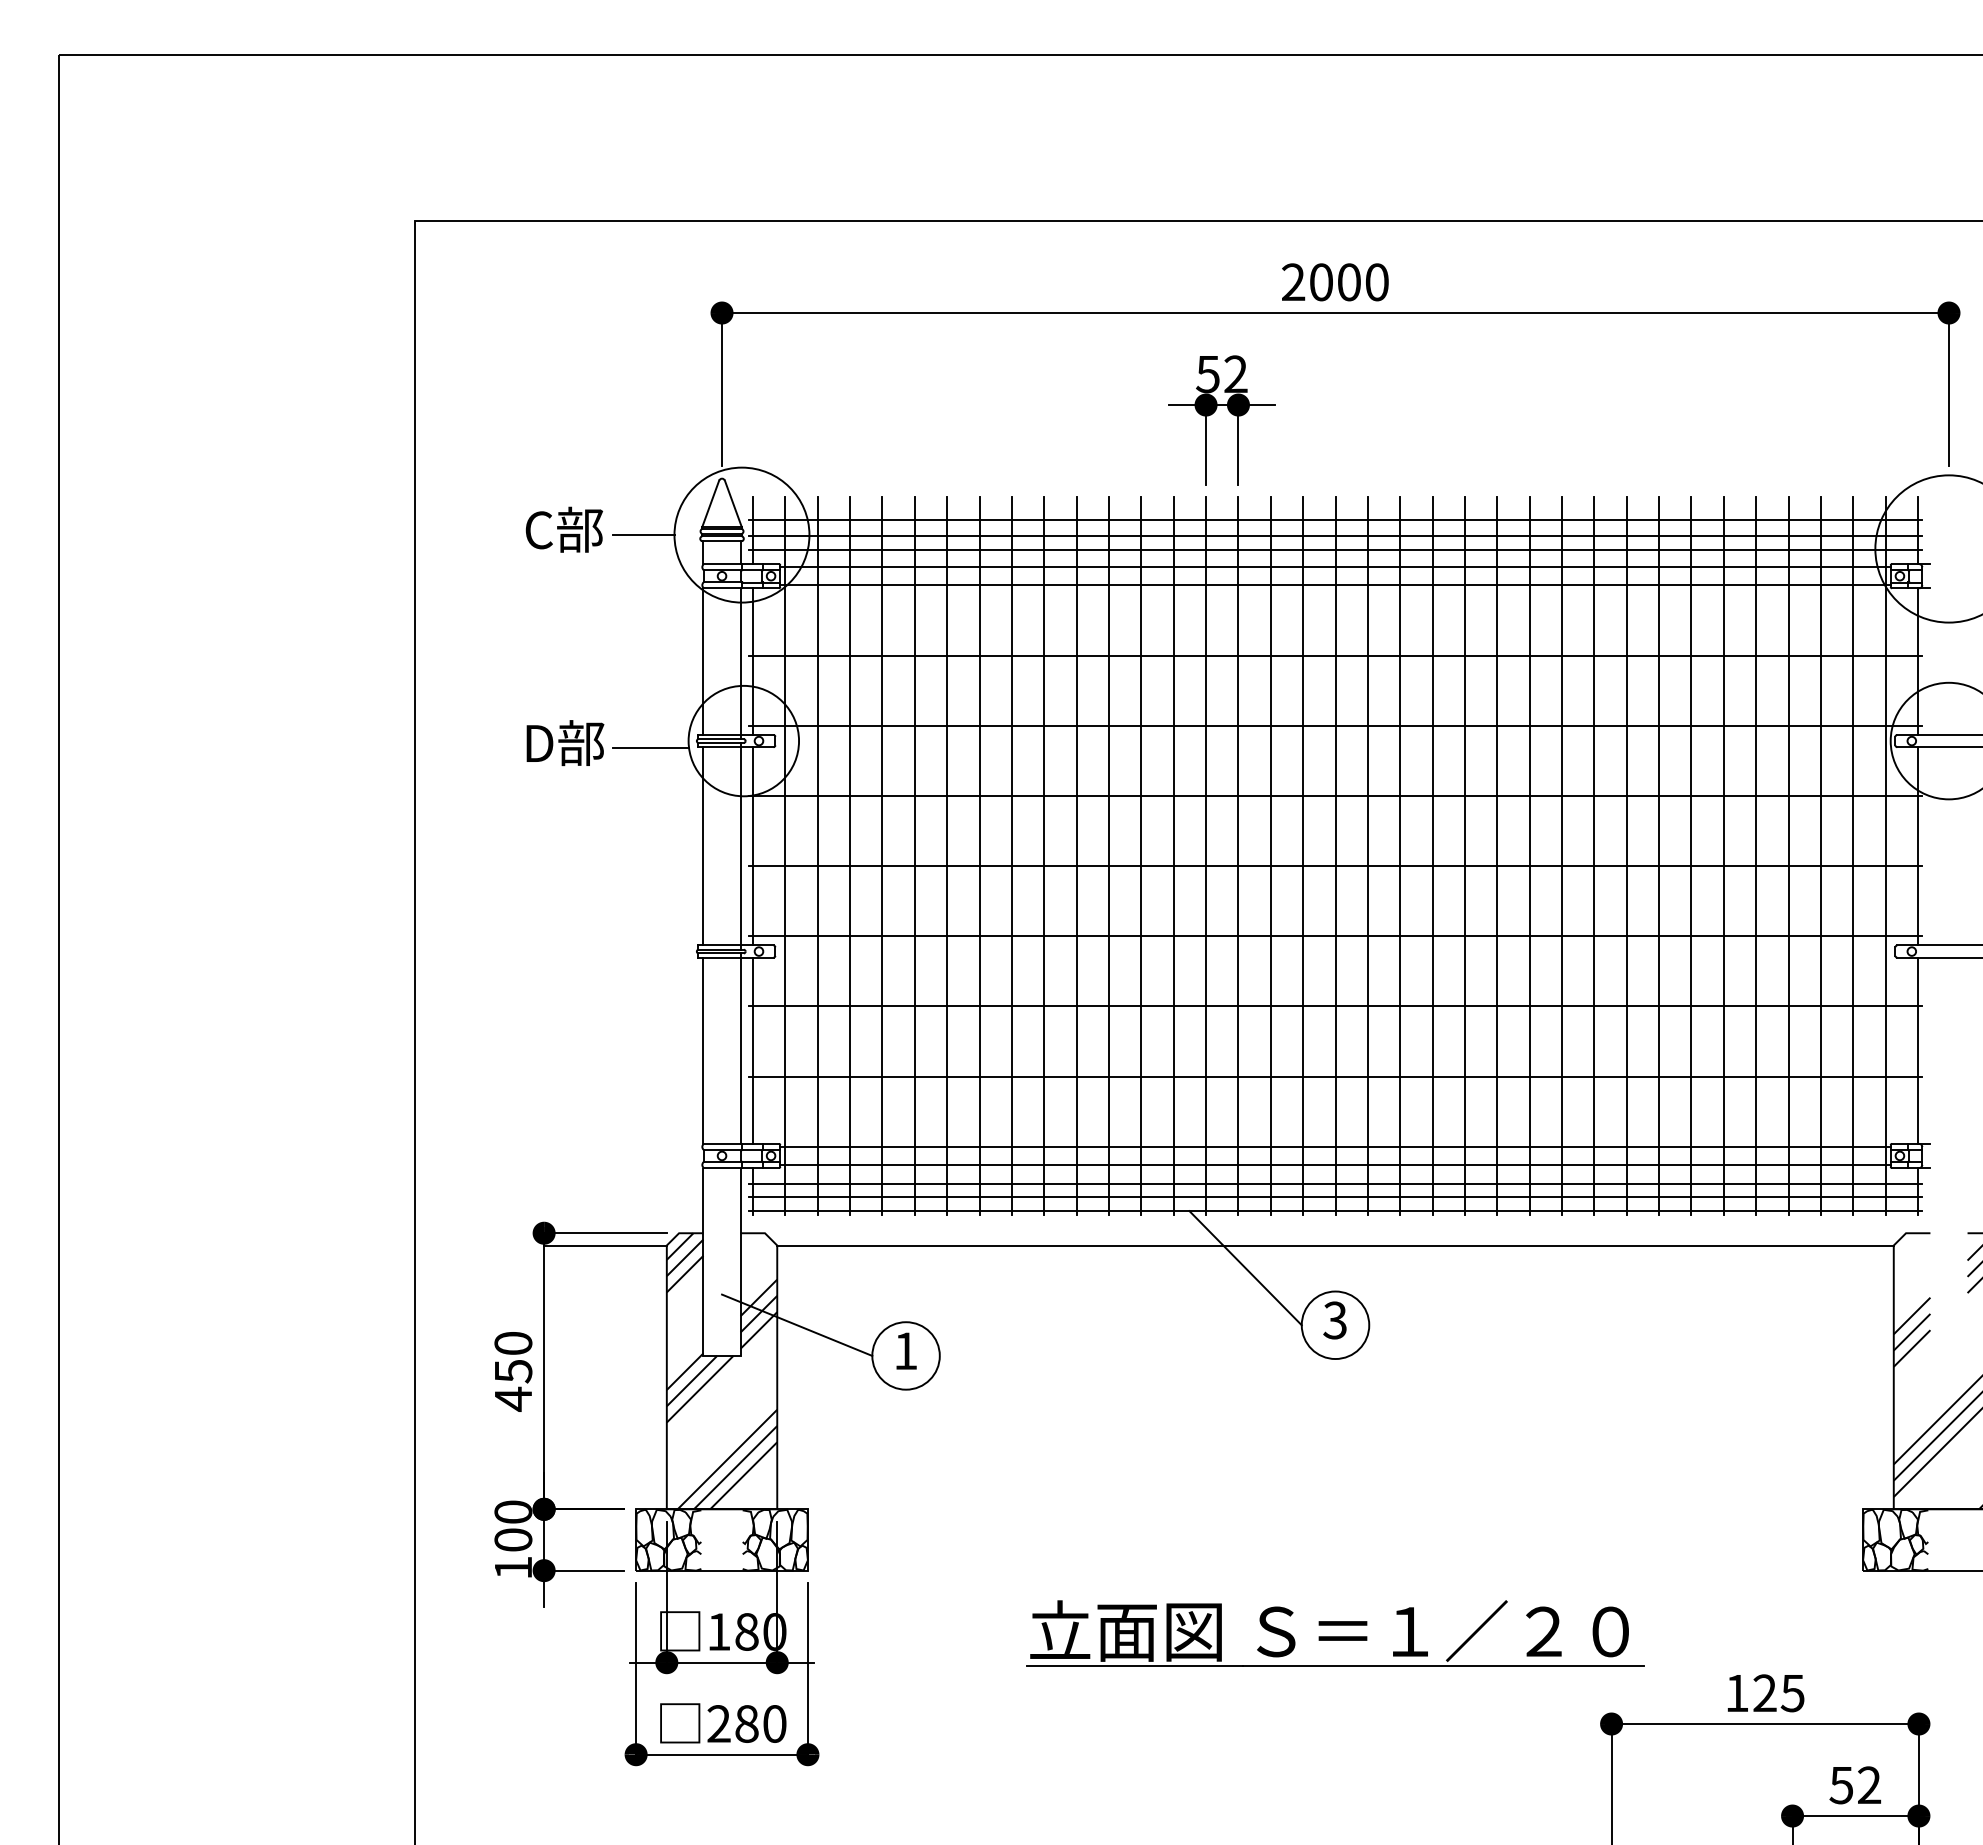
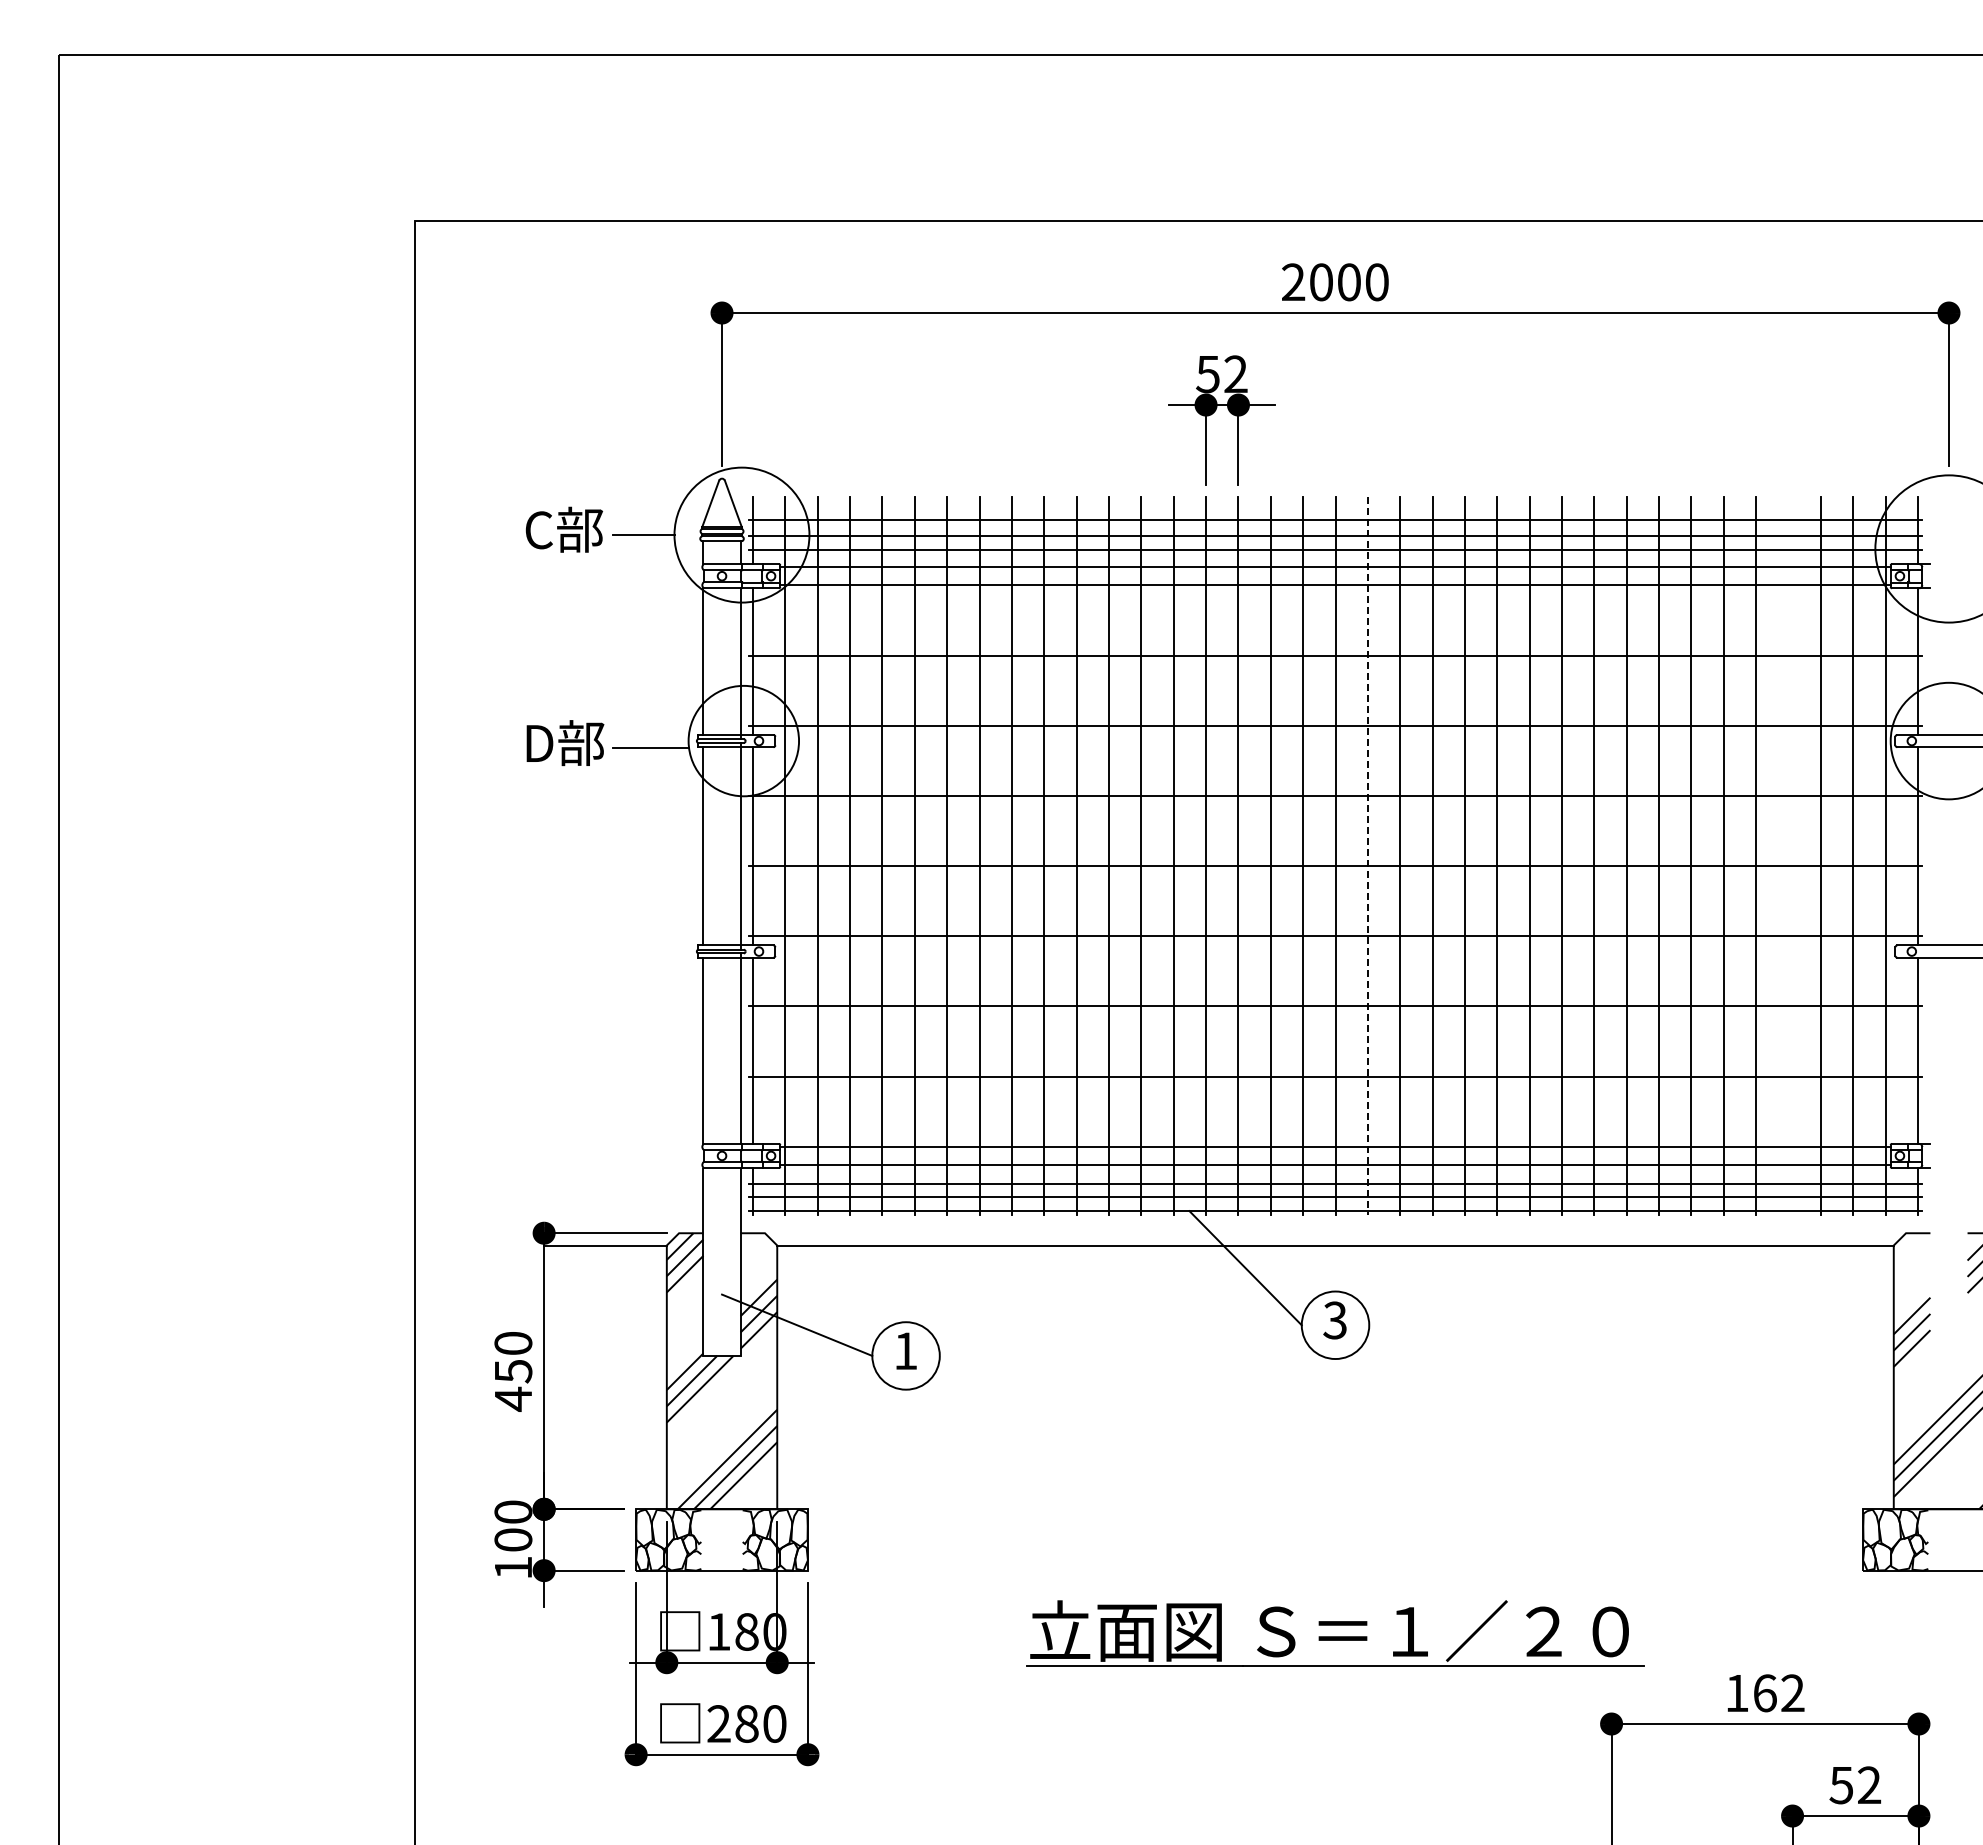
line at (1367, 855): solid -> dashed
line at (1788, 855): present -> none
text at (1778, 1693): 125 -> 162
